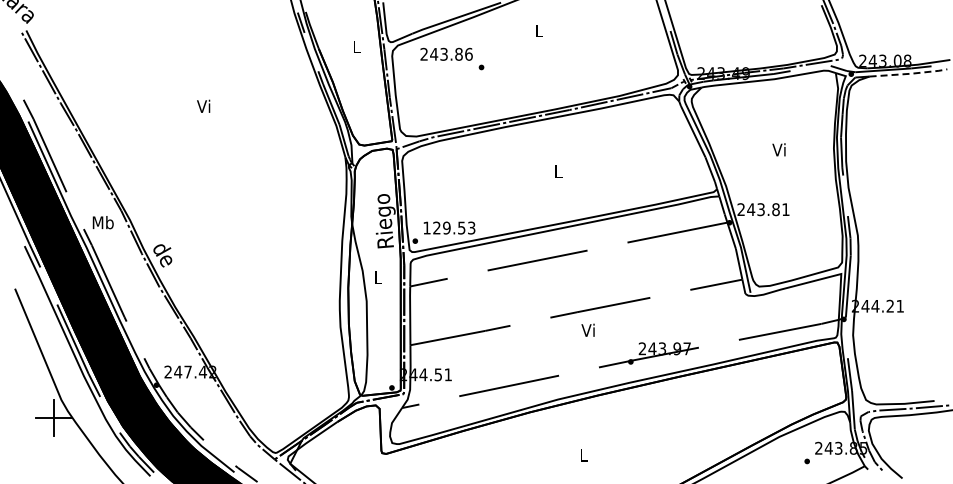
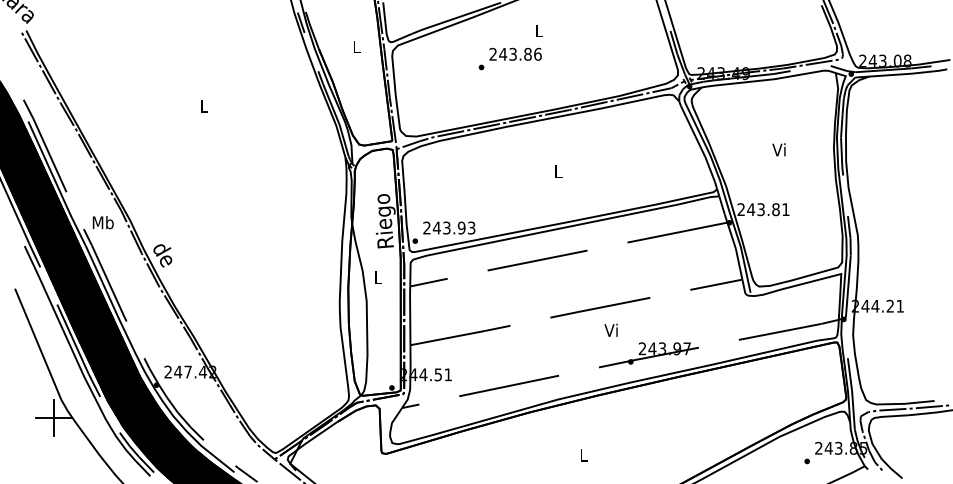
text at (446, 53) position: (446, 53) -> (515, 53)
line at (909, 73): dashed -> solid
text at (203, 105): Vi -> L
text at (444, 227): 129.53 -> 243.93
text at (587, 329) position: (587, 329) -> (610, 329)
